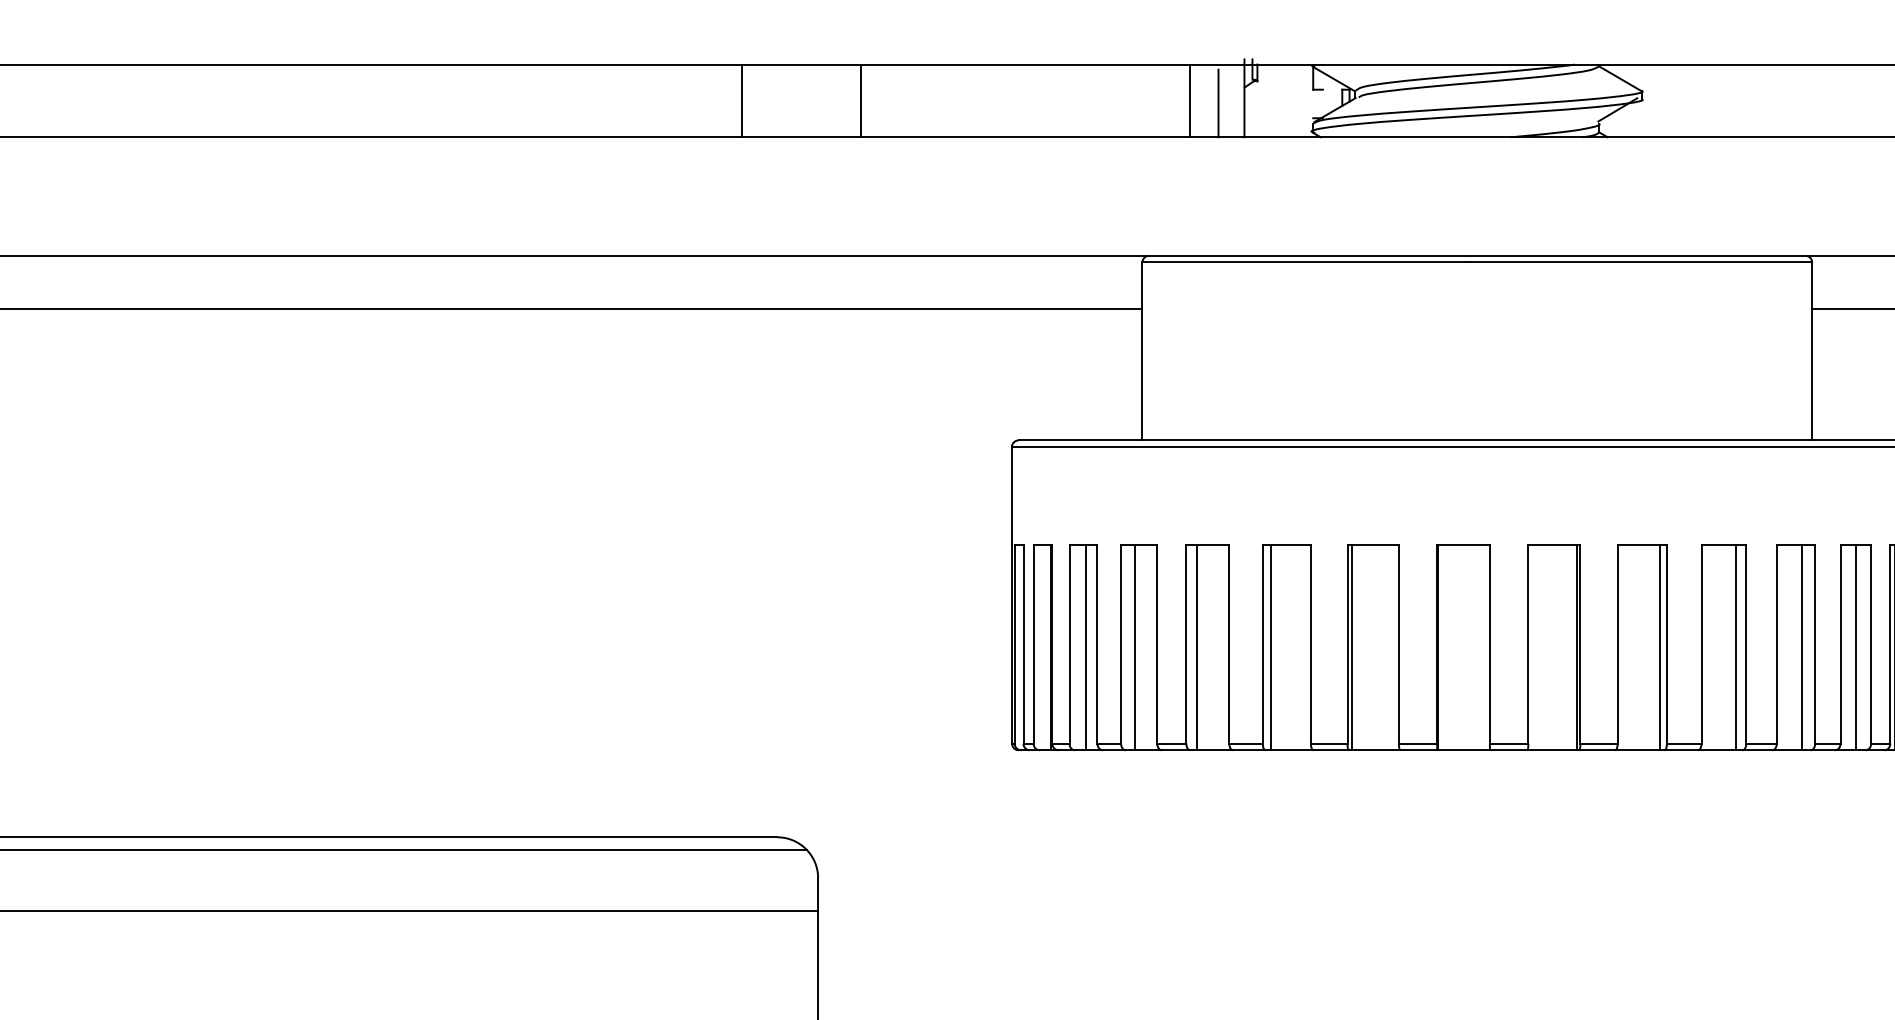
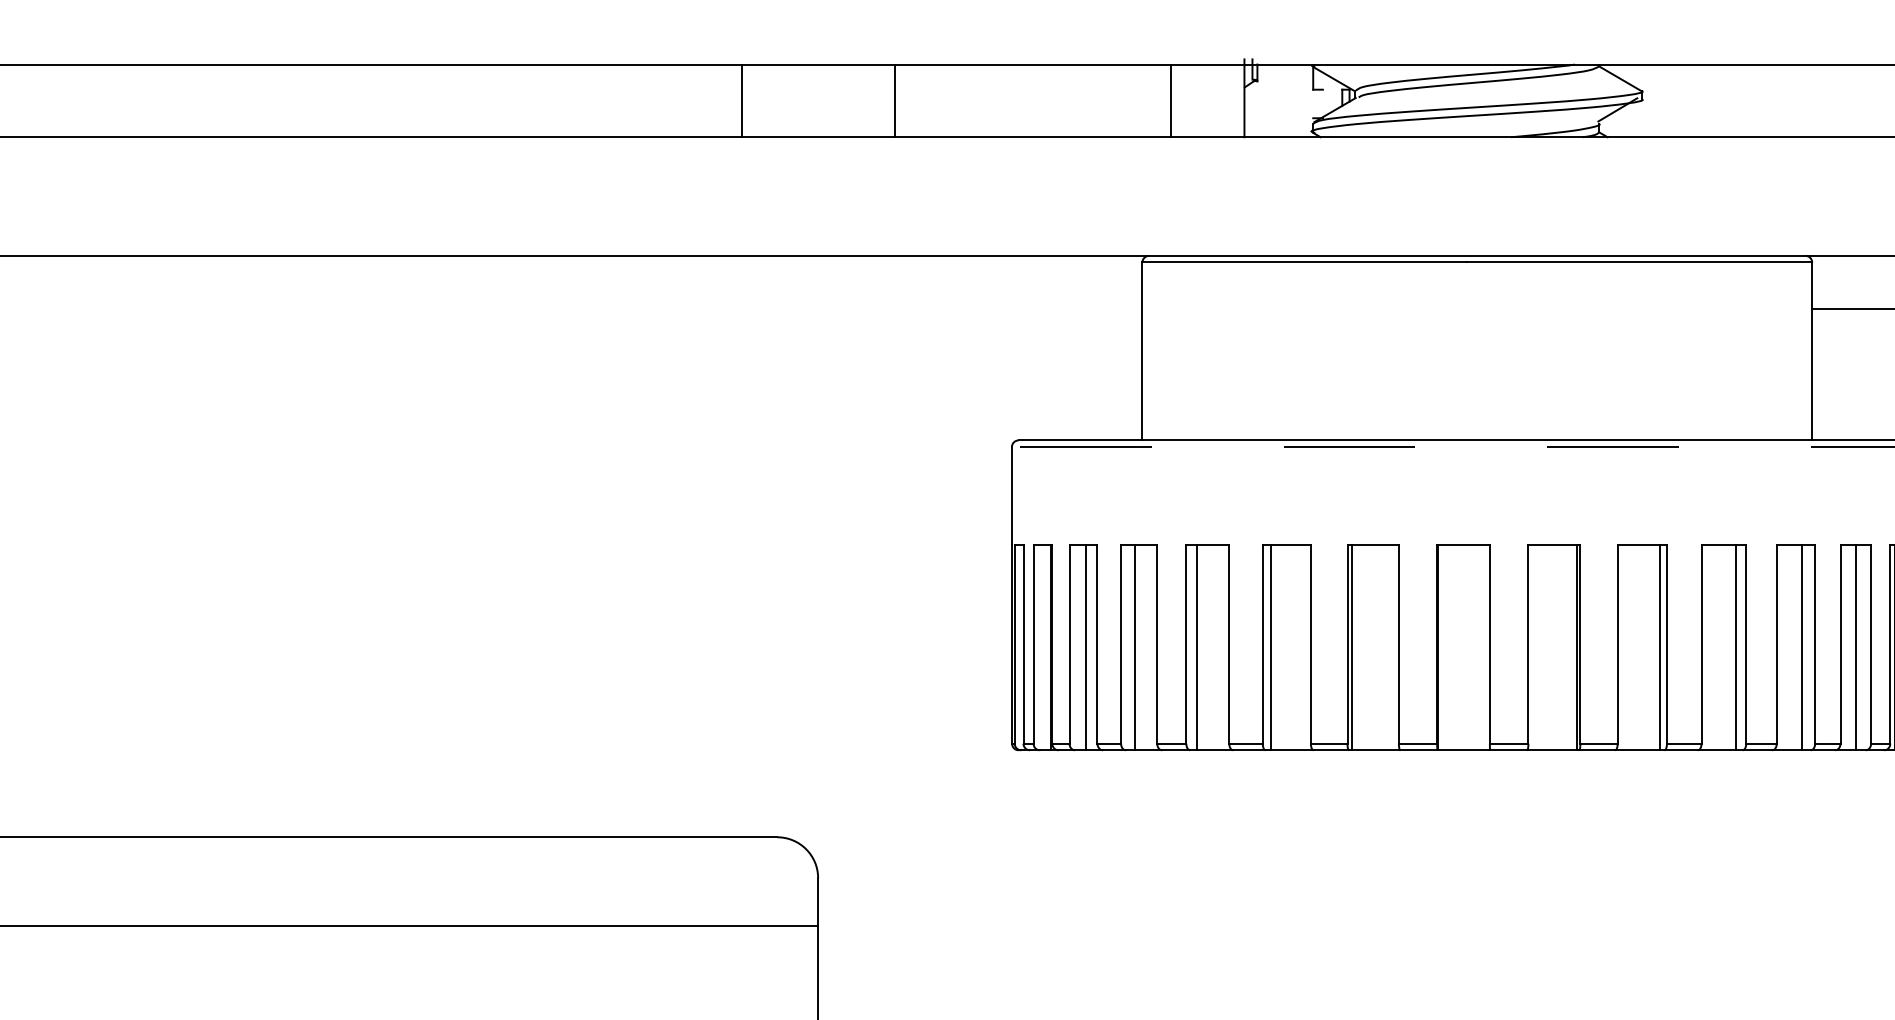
line at (860, 100) position: (860, 100) -> (894, 100)
line at (1190, 100) position: (1190, 100) -> (1171, 100)
line at (1218, 103): present -> none
line at (572, 308): present -> none
line at (1452, 447): solid -> dashed
line at (404, 850): present -> none
line at (410, 911) position: (410, 911) -> (410, 926)
